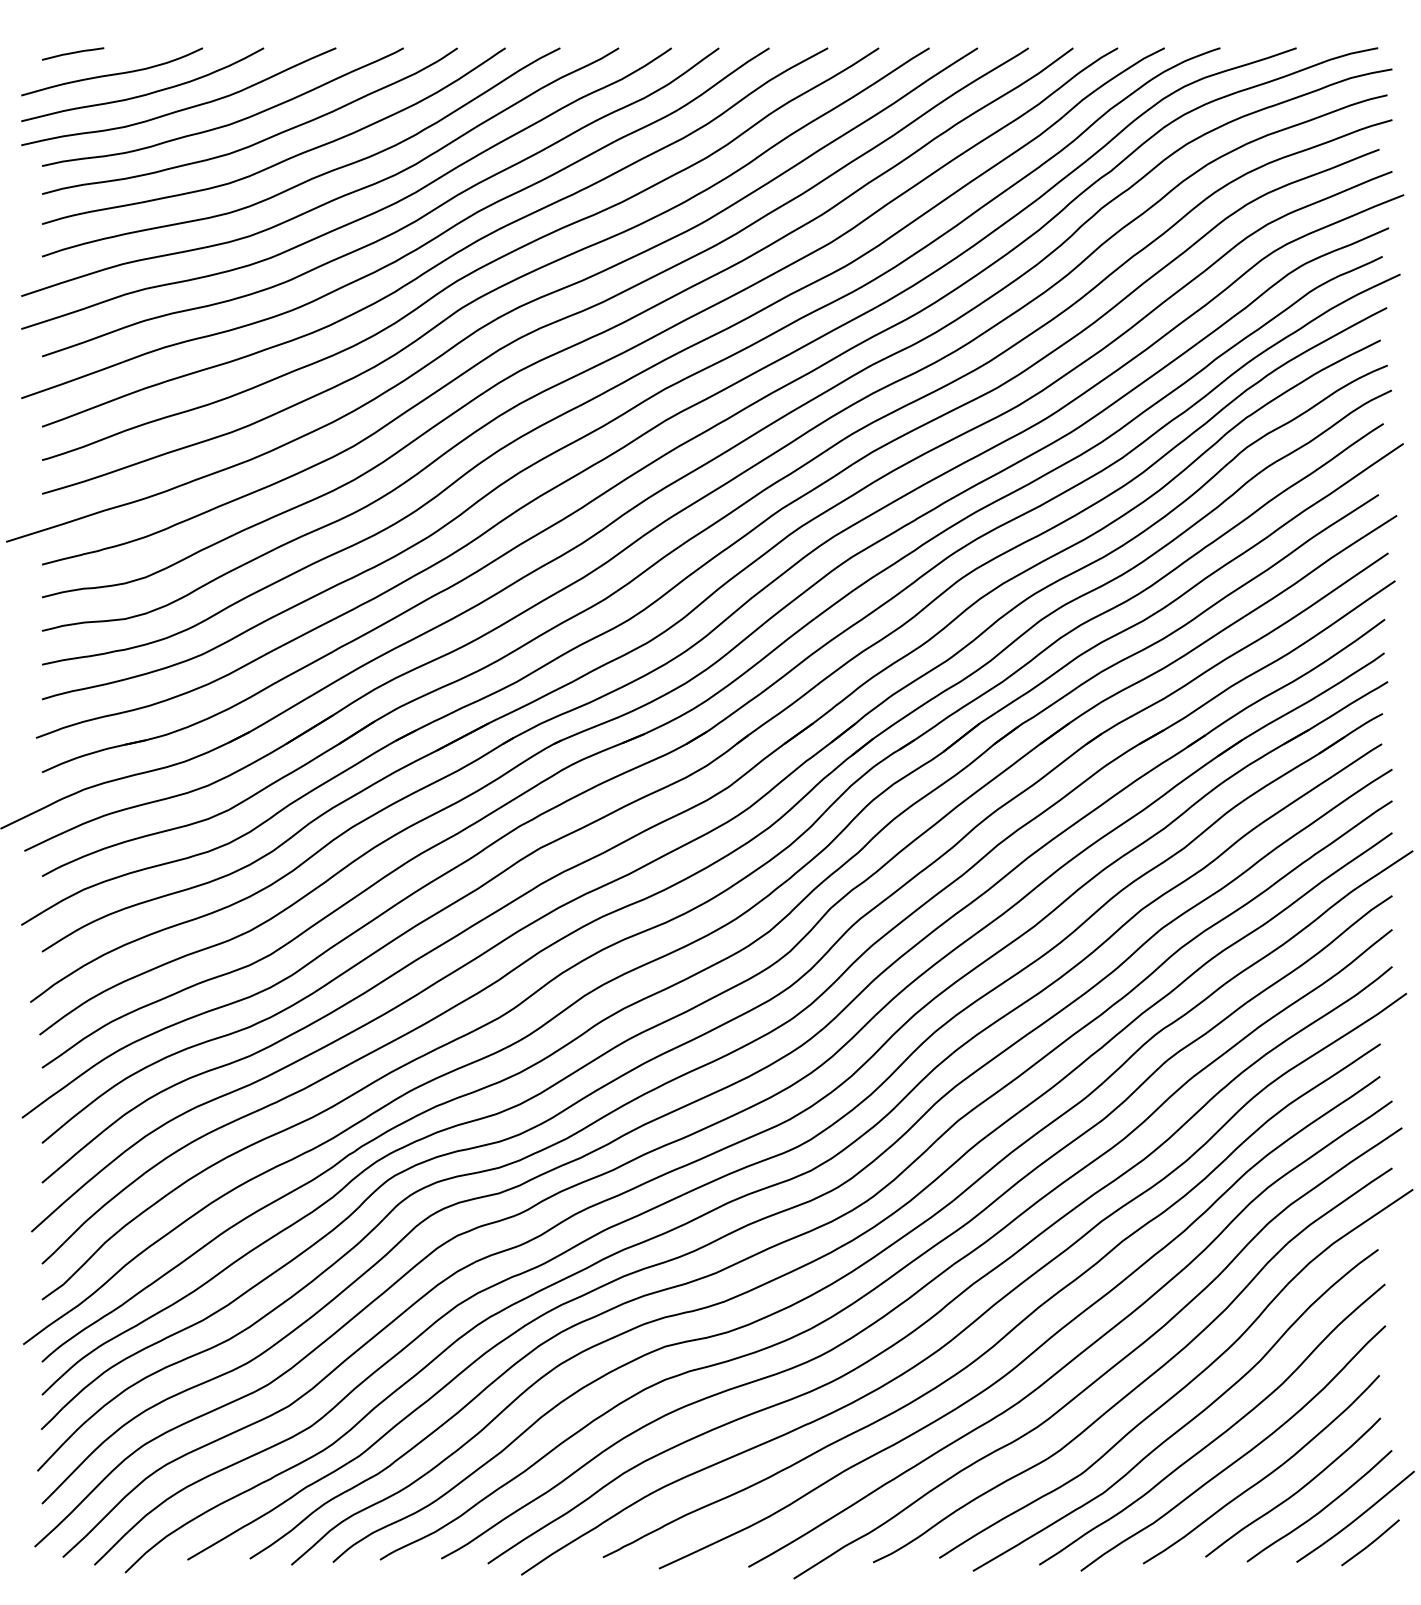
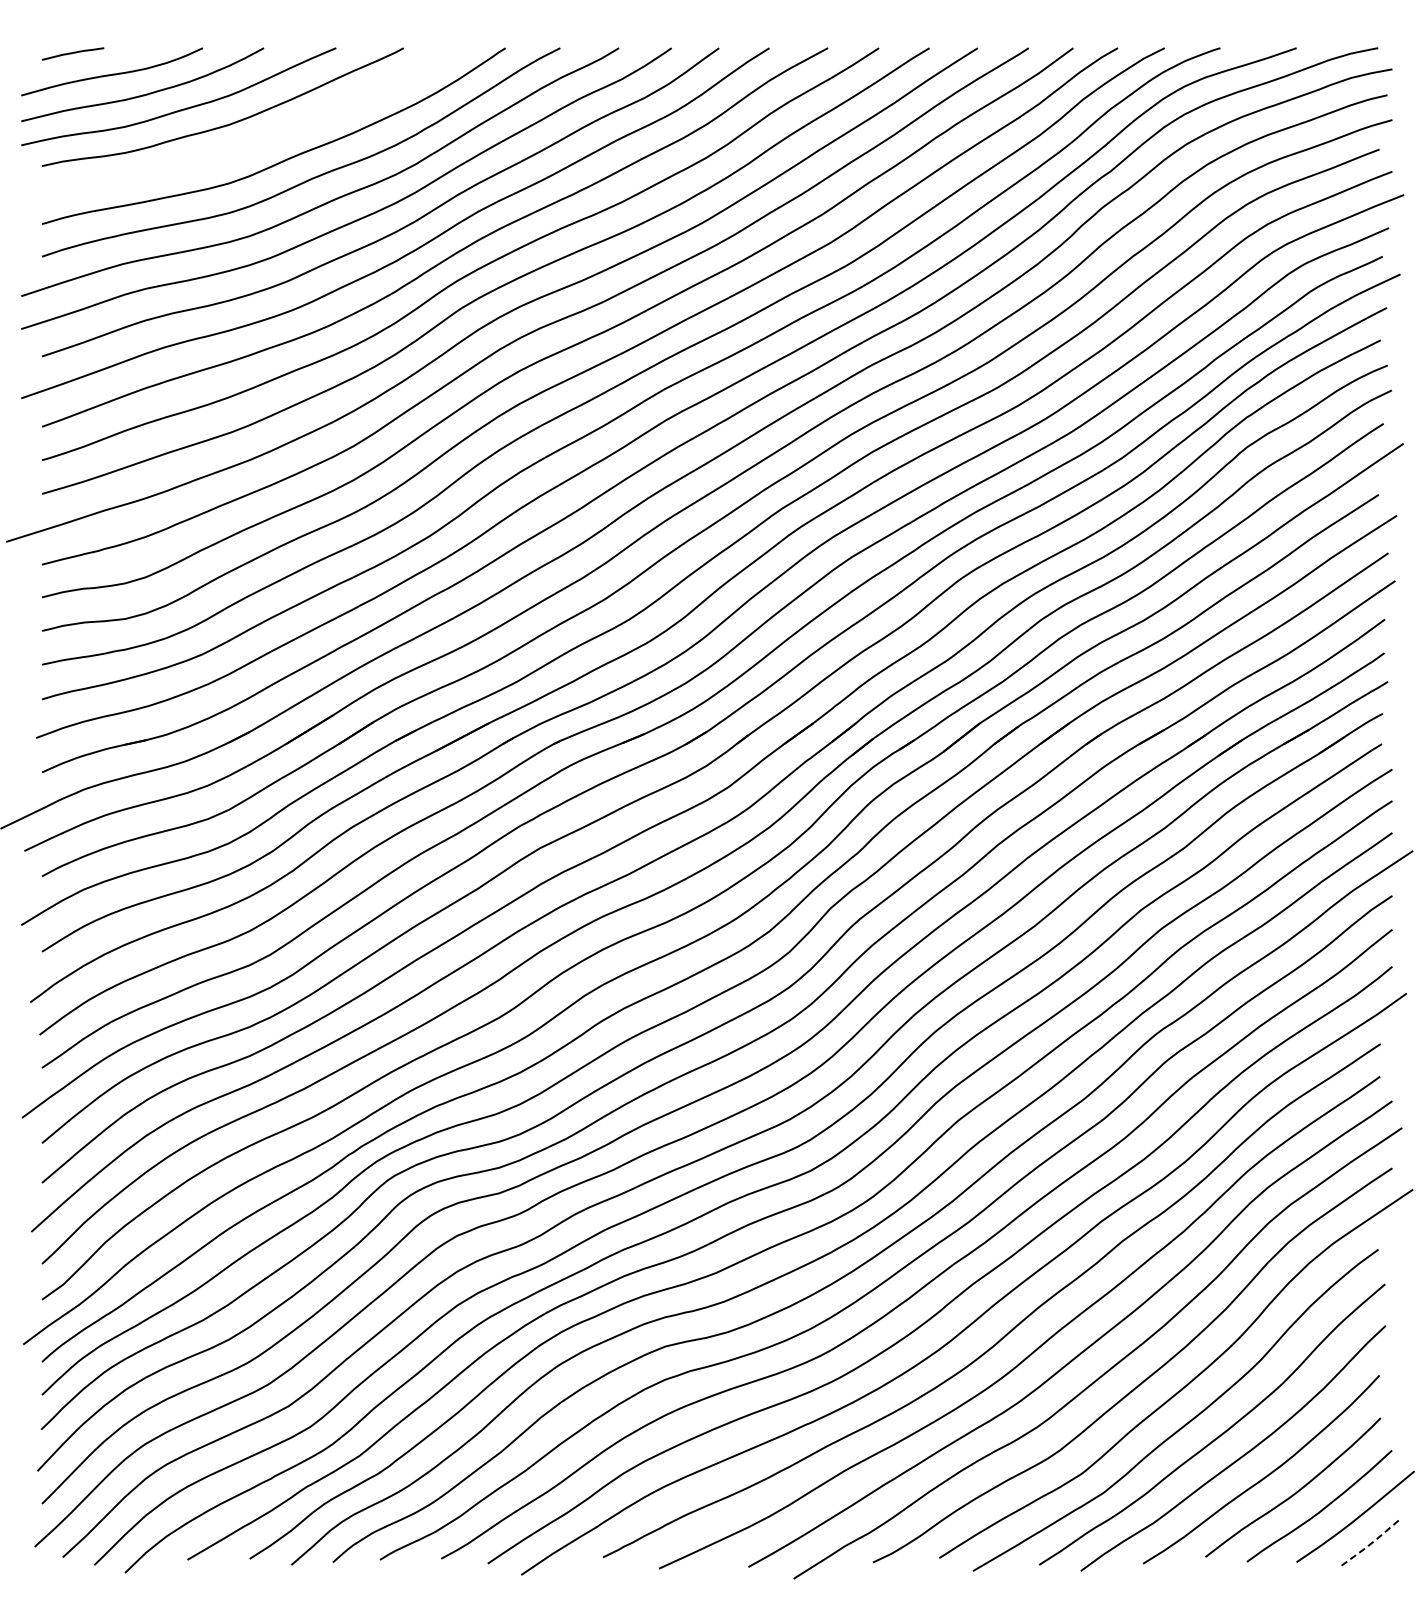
curve at (260, 140): present -> none
line at (1371, 1543): solid -> dashed
